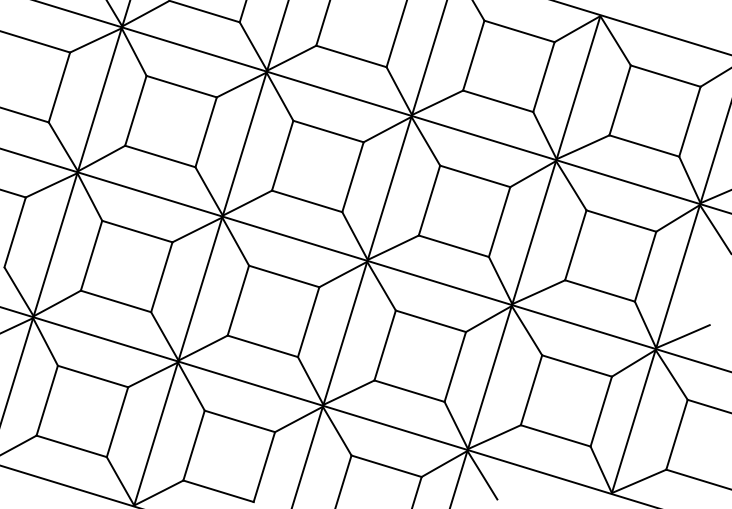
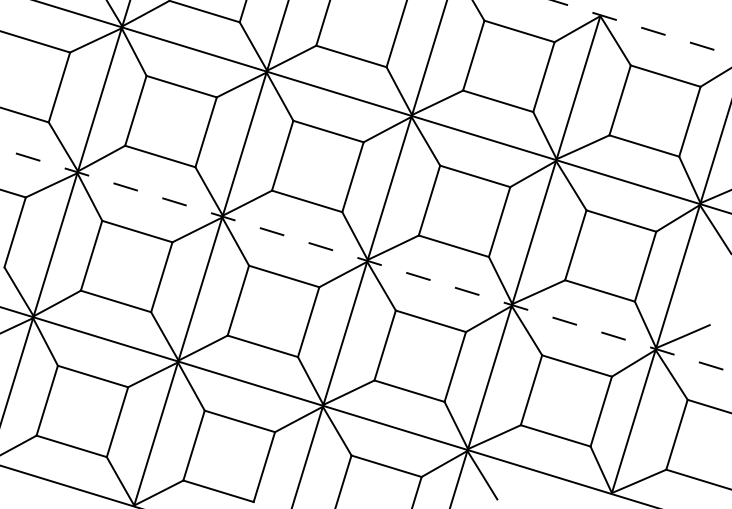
line at (641, 27): solid -> dashed
line at (366, 260): solid -> dashed
